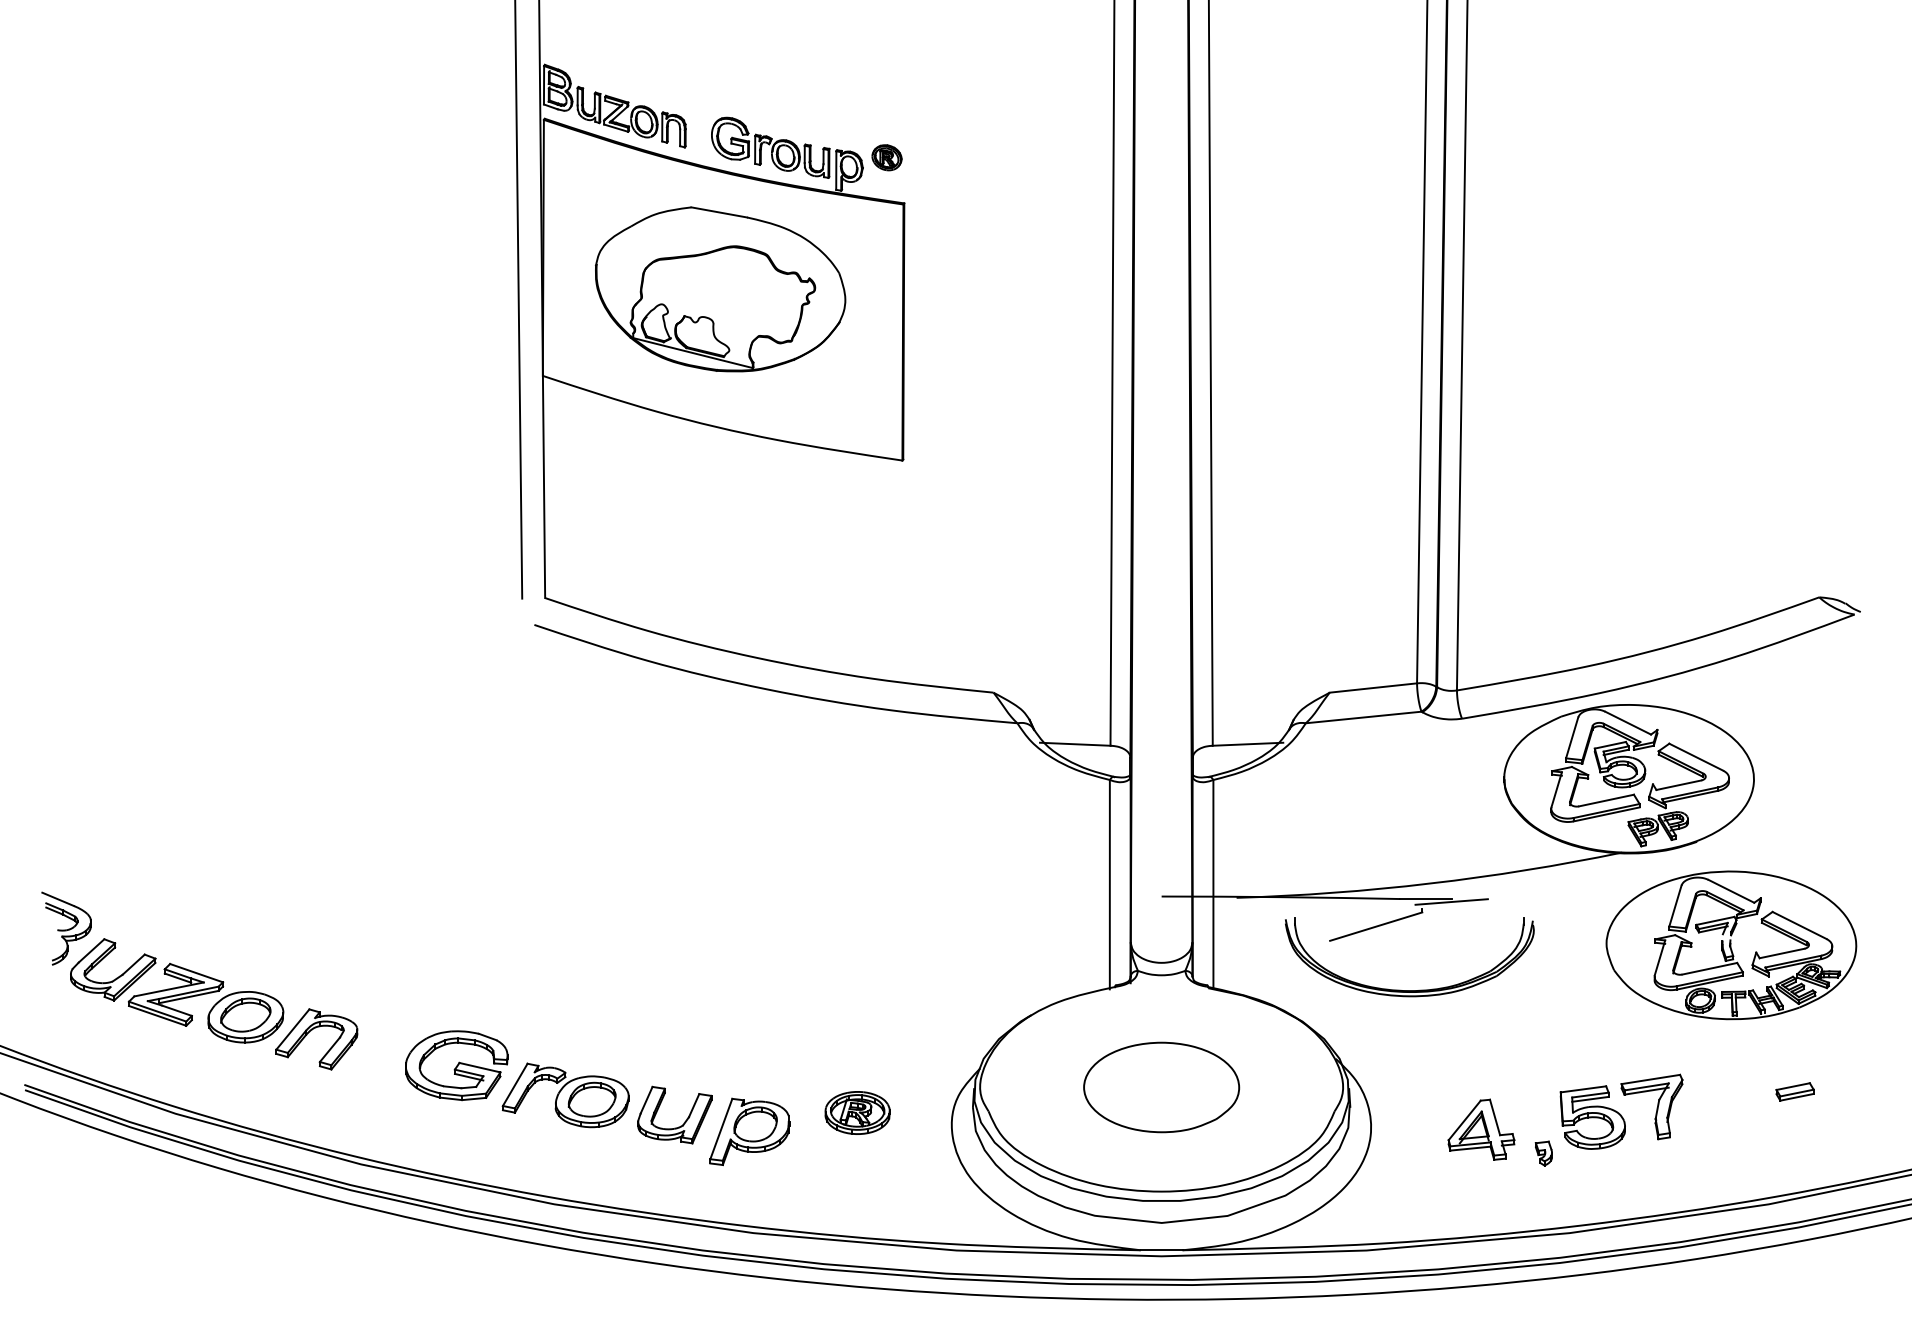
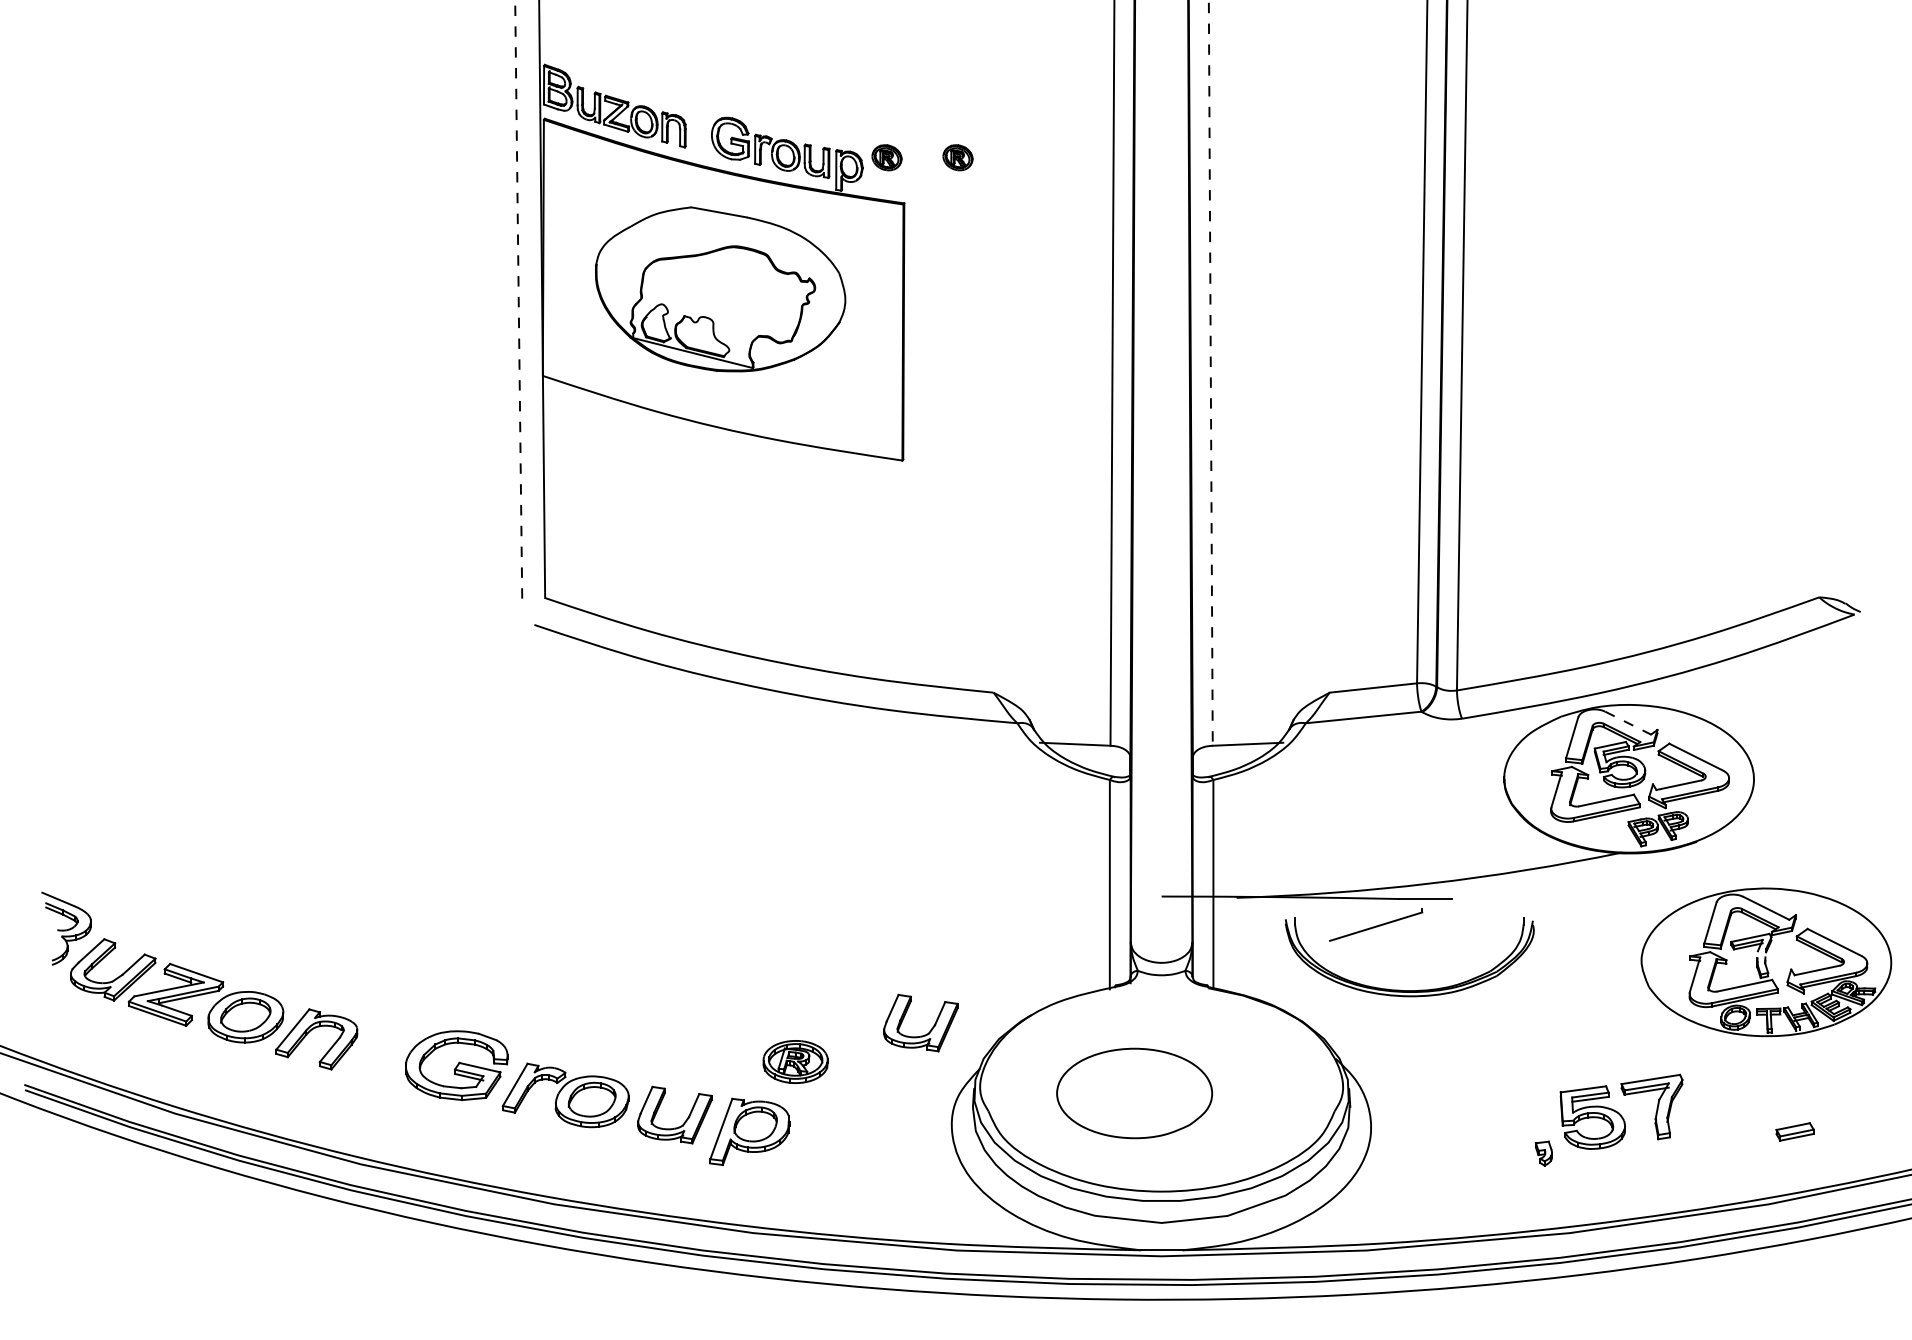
part at (957, 157): none -> present
line at (518, 298): solid -> dashed
line at (1210, 372): solid -> dashed
line at (1628, 723): solid -> dashed
line at (1451, 901): present -> none
part at (1731, 945) position: (1731, 945) -> (1766, 962)
part at (930, 1029): none -> present
part at (1161, 1087) position: (1161, 1087) -> (1134, 1093)
part at (1794, 1091) position: (1794, 1091) -> (1794, 1131)
part at (857, 1112) position: (857, 1112) -> (795, 1061)
part at (1481, 1129): present -> none
